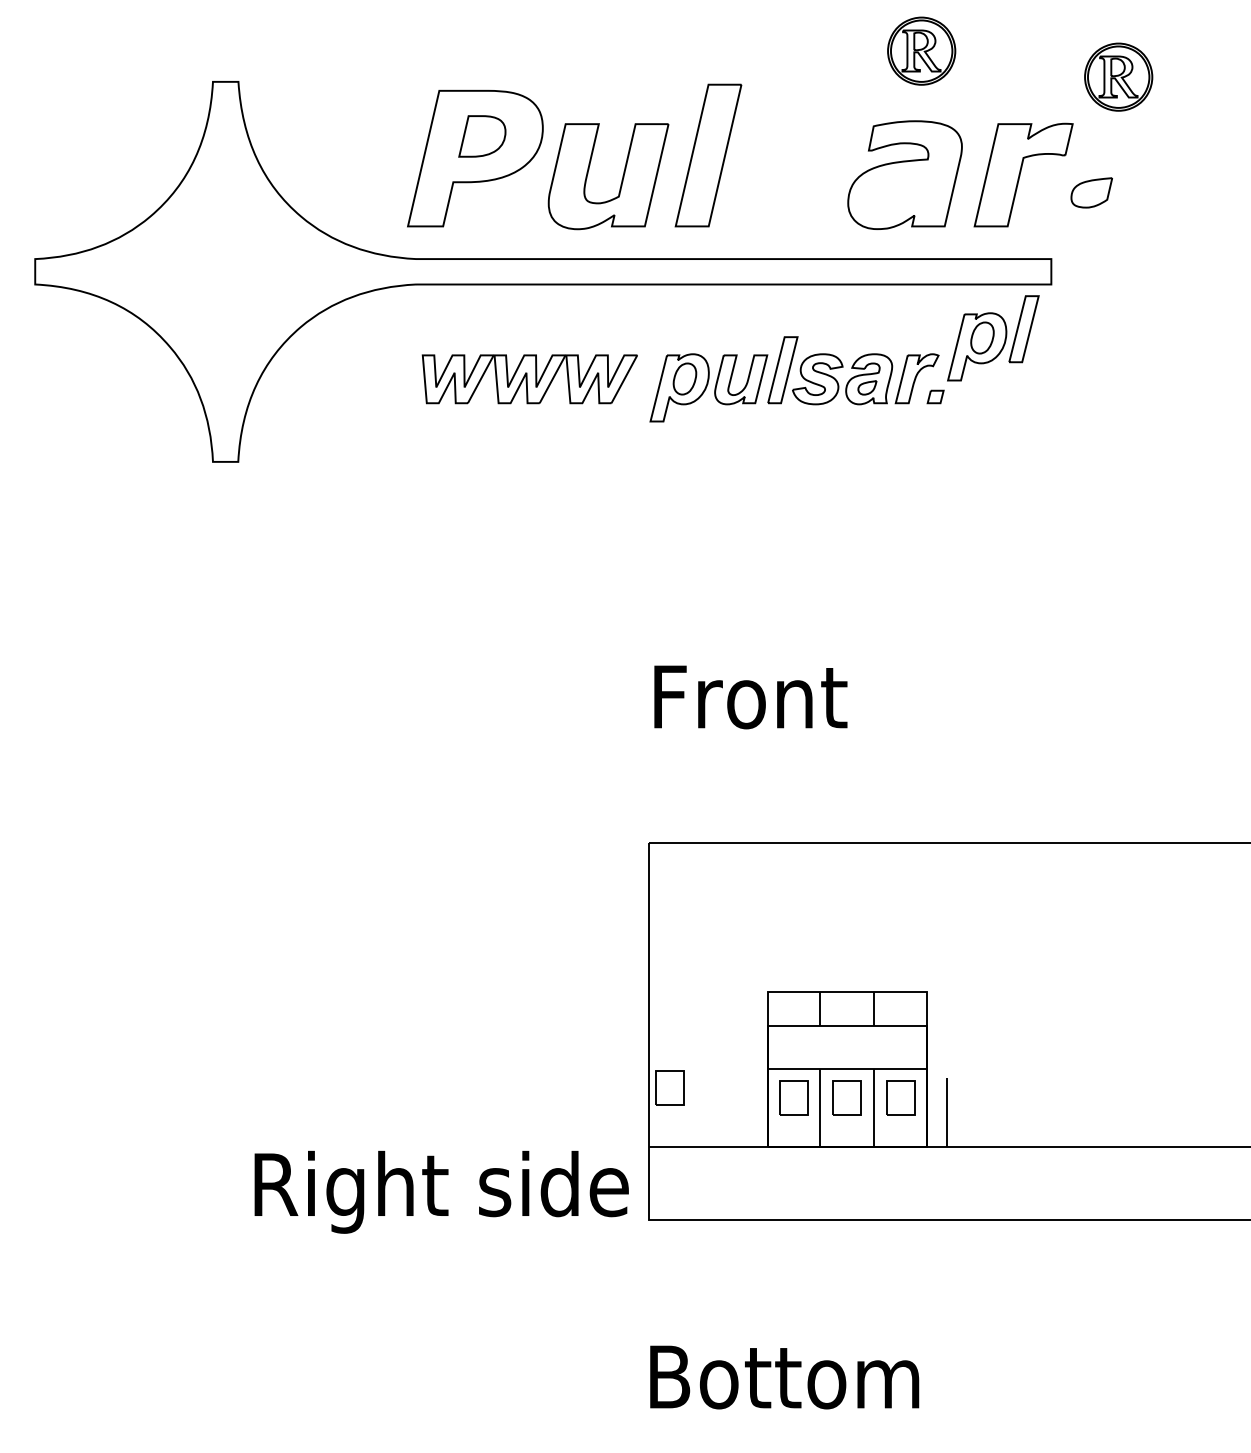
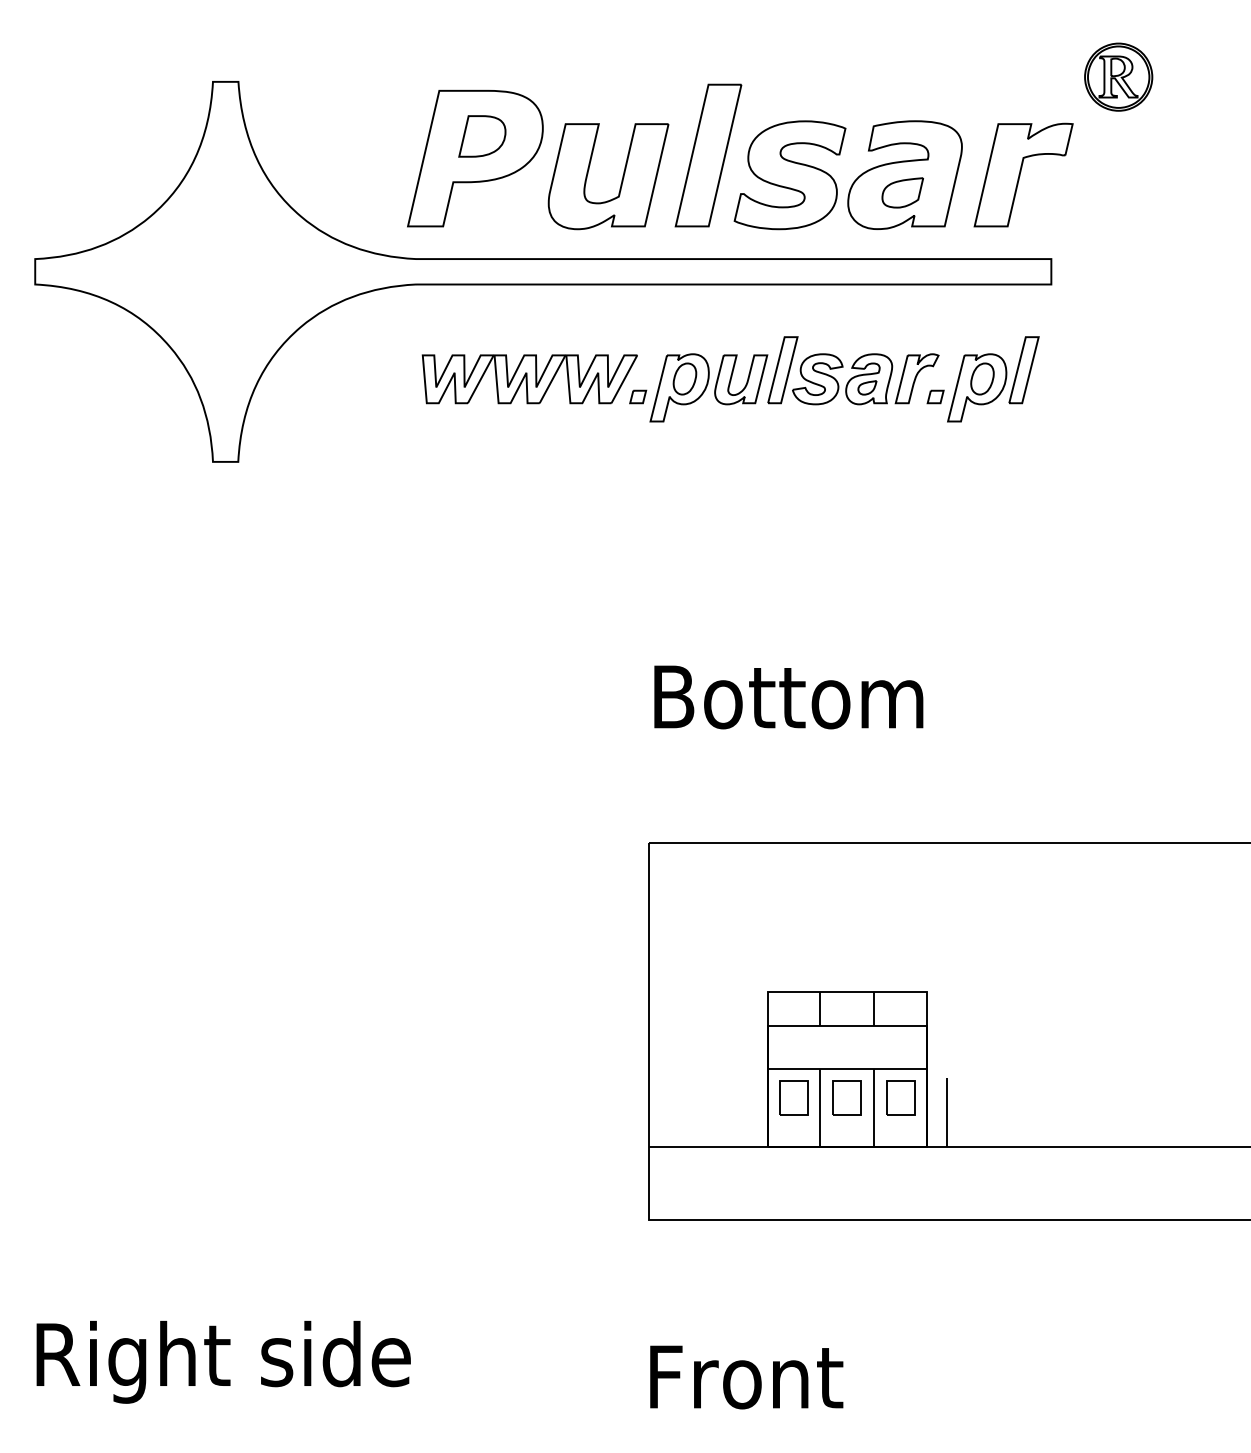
part at (921, 50): present -> none
part at (789, 175): none -> present
part at (1091, 192) position: (1091, 192) -> (902, 192)
part at (993, 338) position: (993, 338) -> (993, 379)
part at (638, 396): none -> present
text at (792, 697): Front -> Bottom
part at (669, 1087): present -> none
text at (441, 1192) position: (441, 1192) -> (223, 1362)
text at (788, 1377): Bottom -> Front
